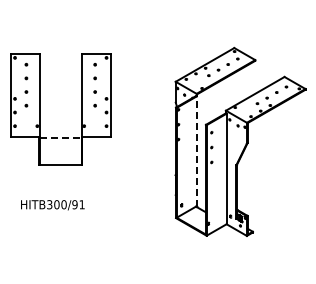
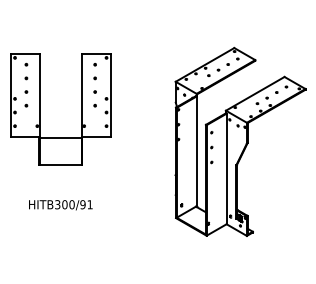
line at (60, 137): dashed -> solid
line at (197, 149): dashed -> solid
text at (52, 205) position: (52, 205) -> (60, 205)
